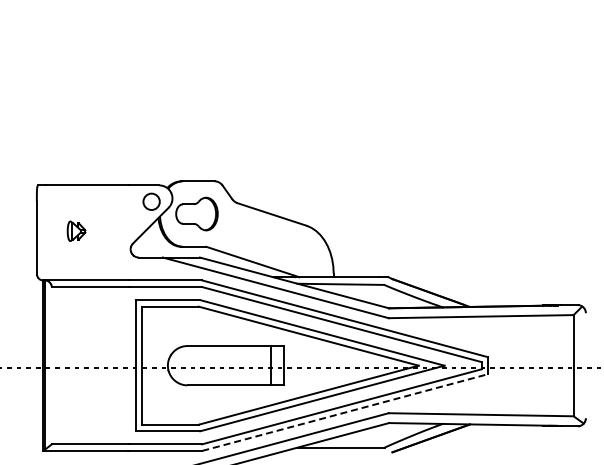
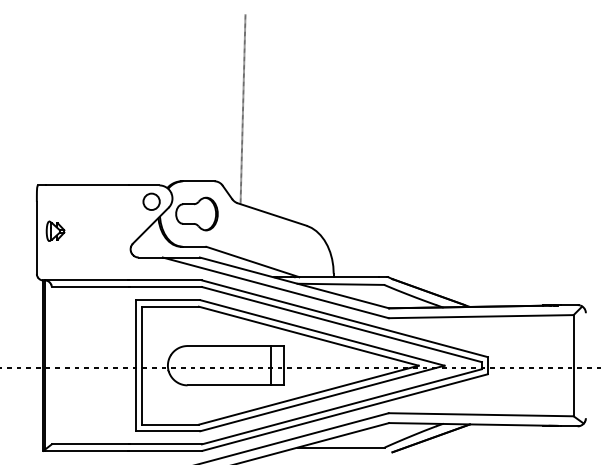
line at (242, 109): none -> present
part at (76, 230) position: (76, 230) -> (55, 230)
line at (345, 412): dashed -> solid
